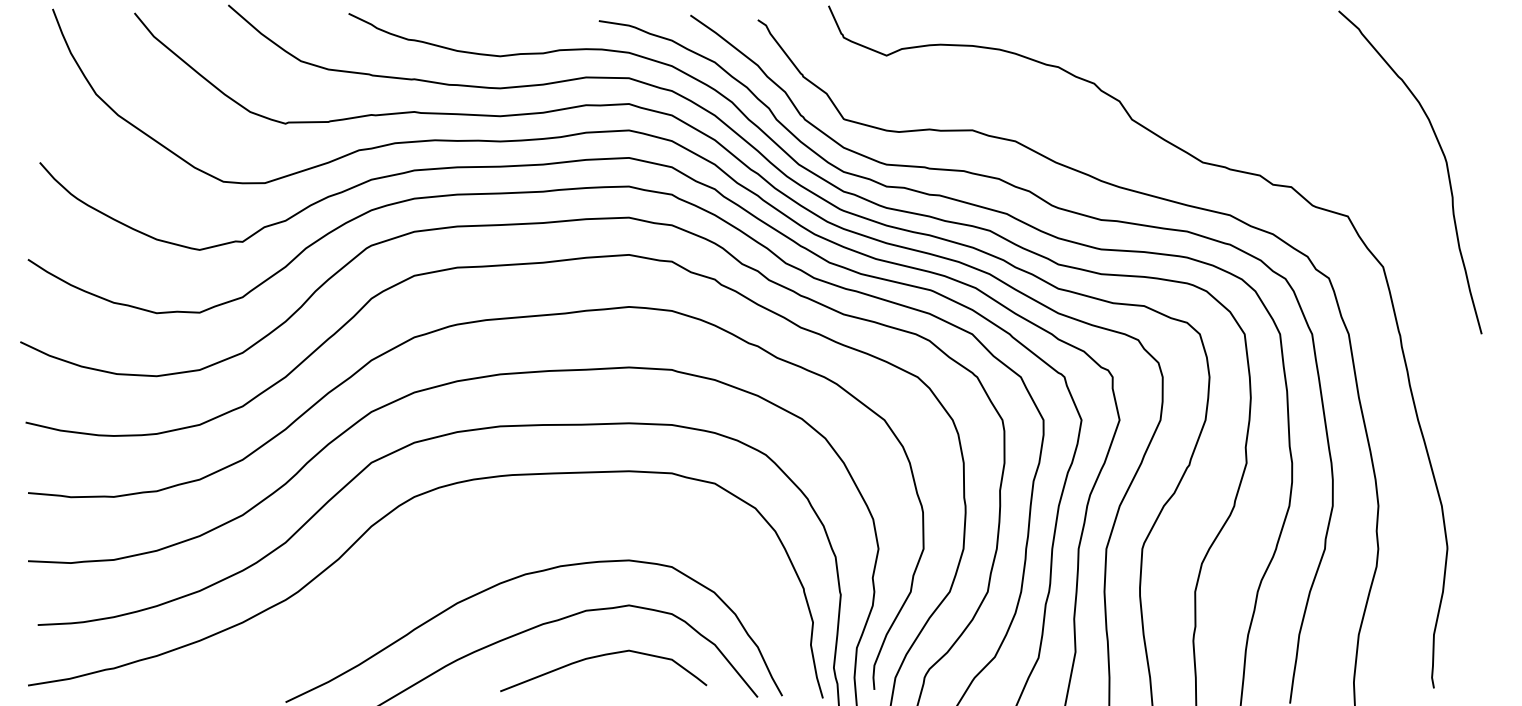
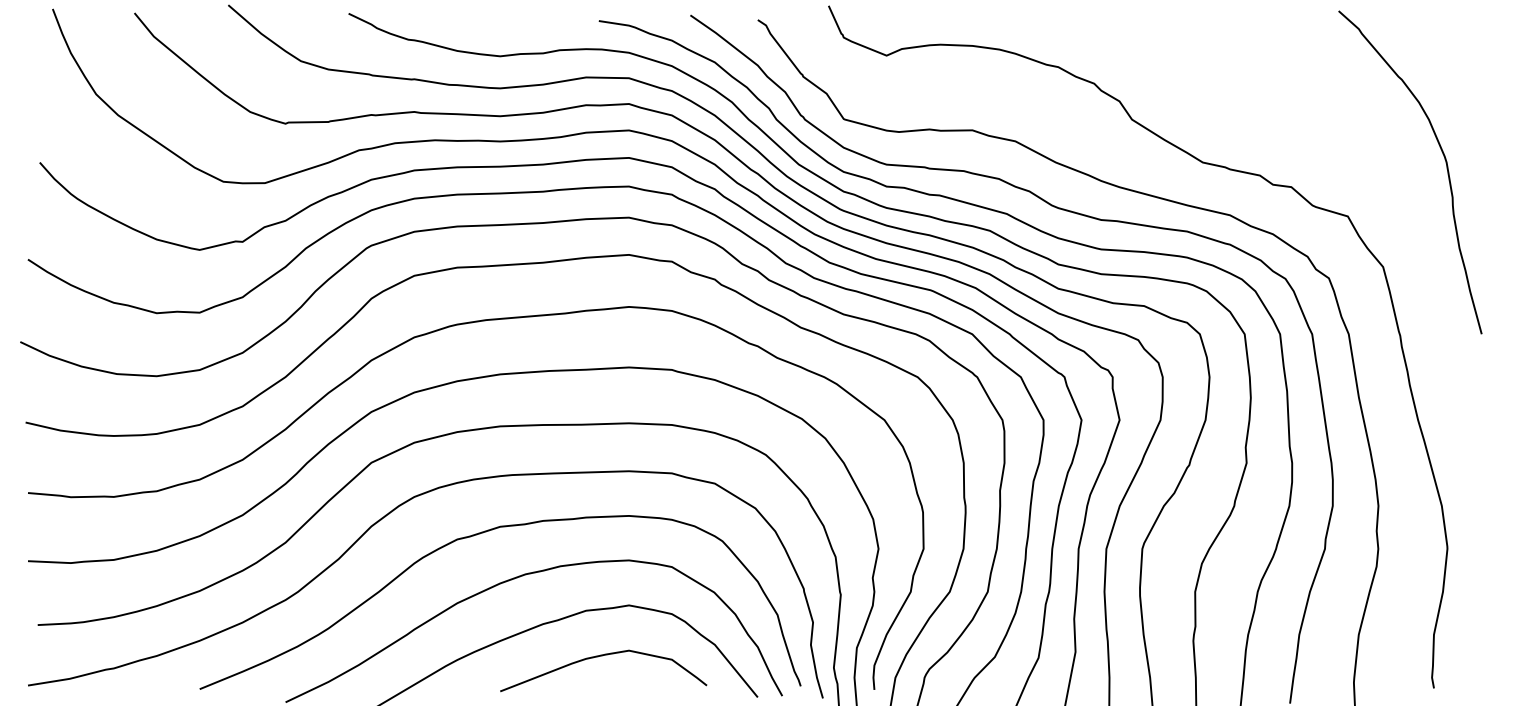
curve at (480, 534): none -> present
